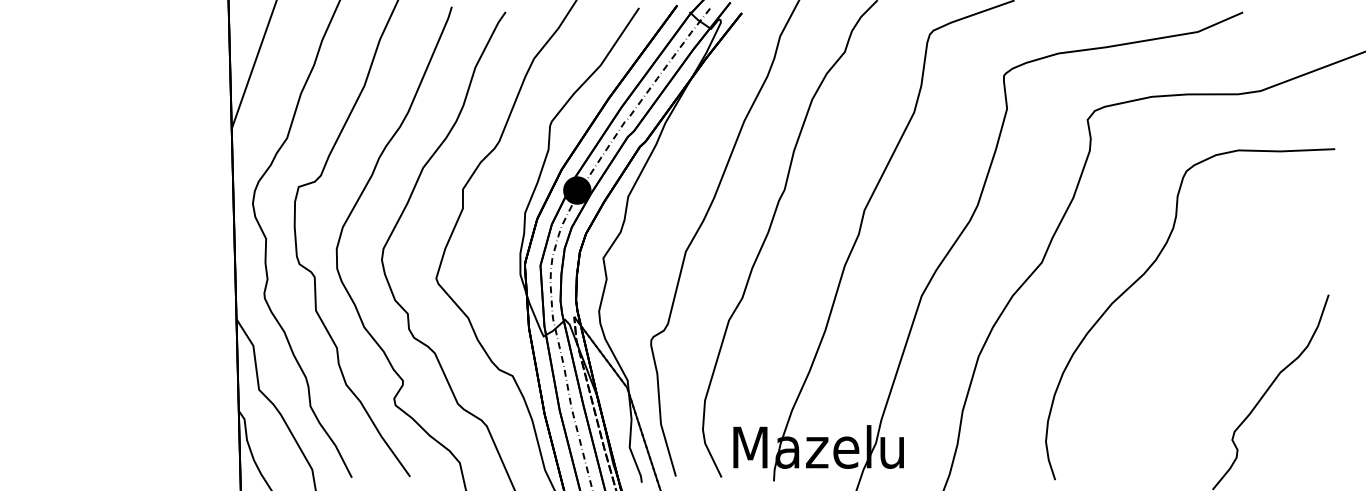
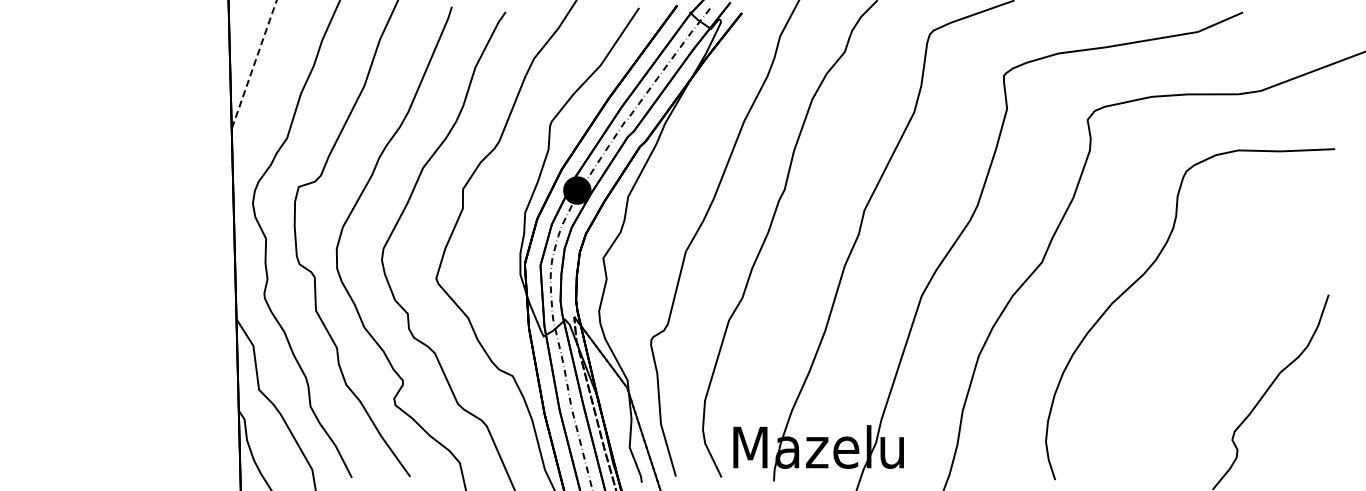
line at (254, 64): solid -> dashed
